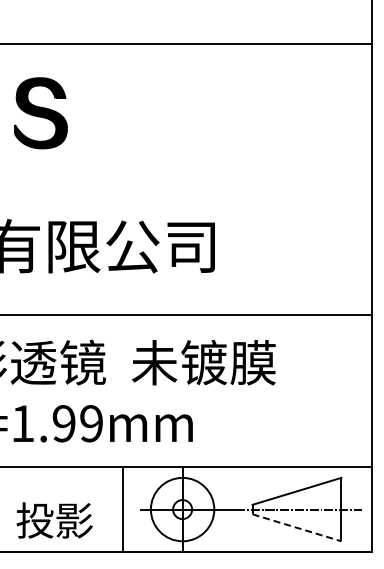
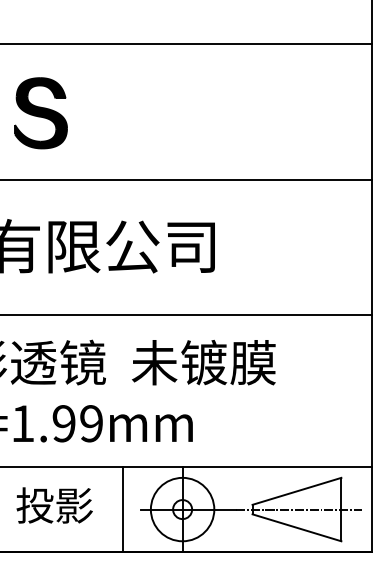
line at (187, 179): none -> present
text at (54, 520) position: (54, 520) -> (54, 505)
line at (297, 527): dashed -> solid
